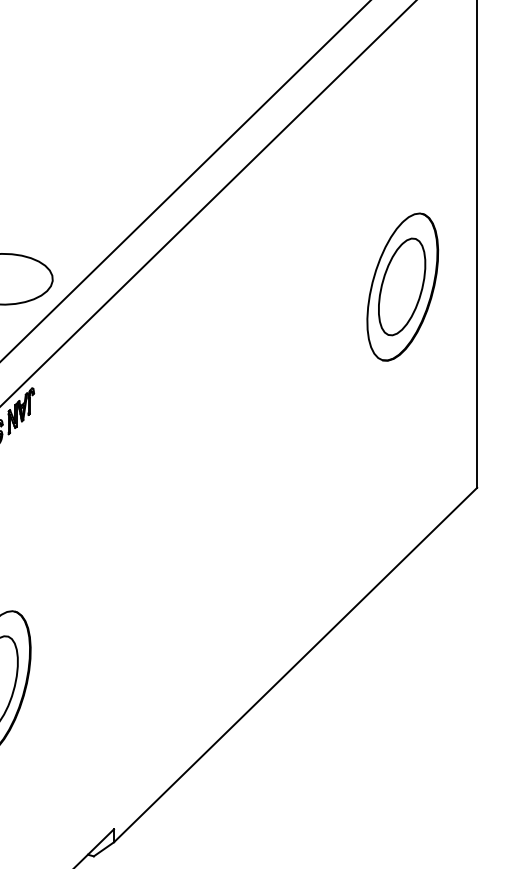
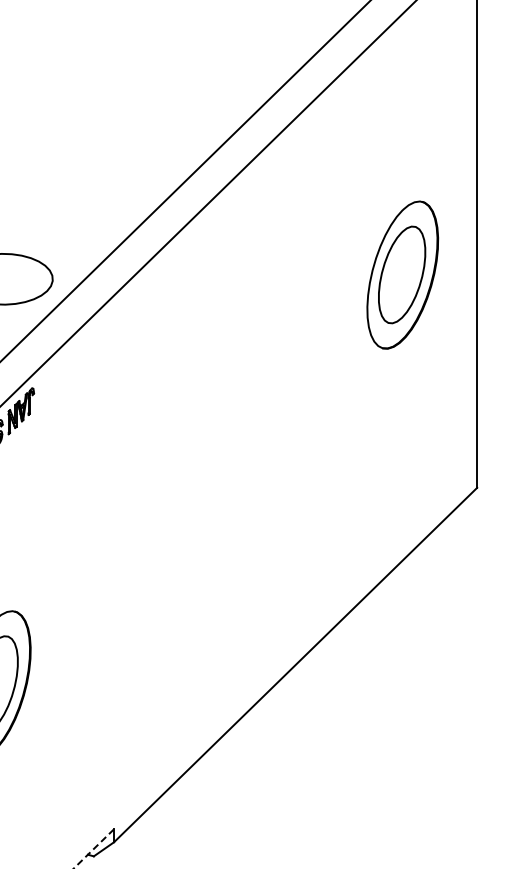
part at (402, 286) position: (402, 286) -> (402, 274)
line at (93, 849): solid -> dashed
